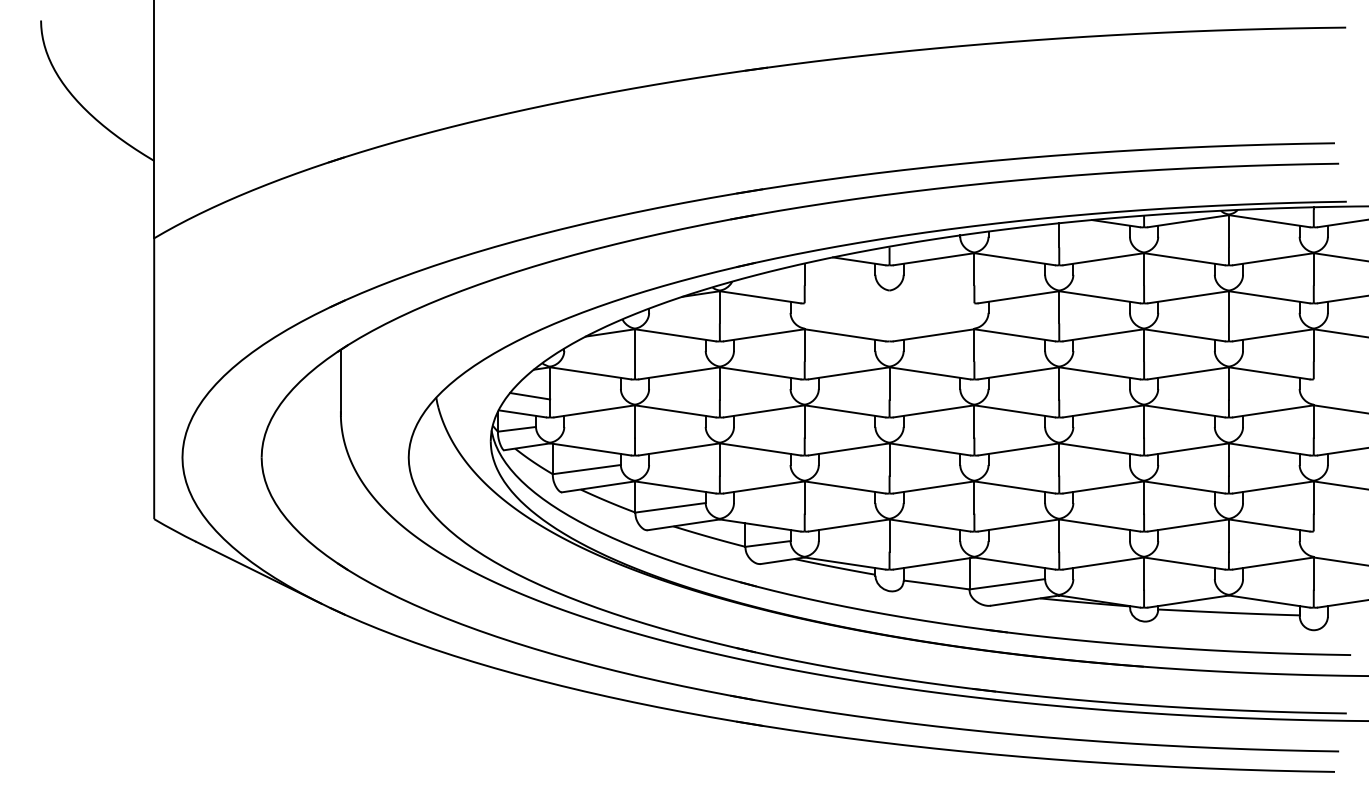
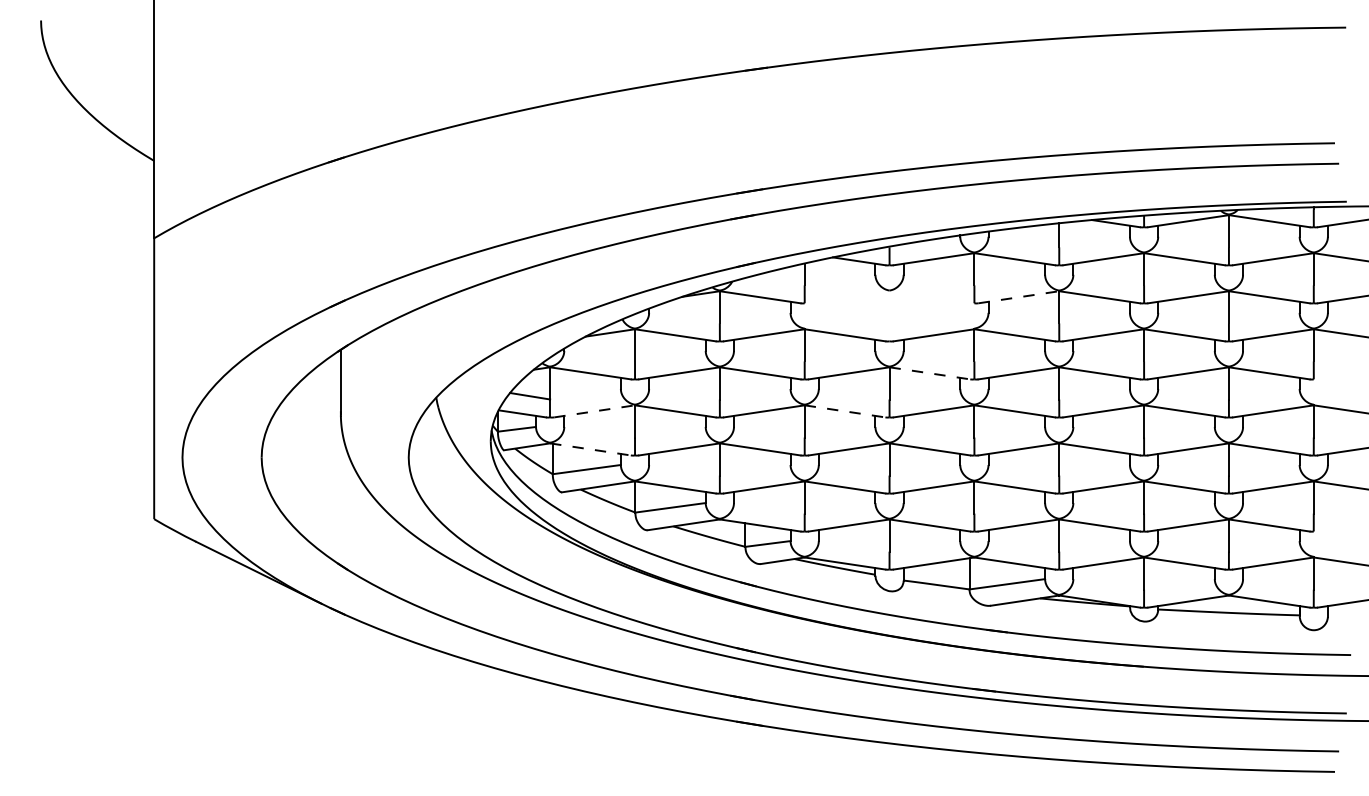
line at (1018, 297): solid -> dashed
line at (929, 373): solid -> dashed
line at (594, 411): solid -> dashed
line at (845, 411): solid -> dashed
line at (590, 449): solid -> dashed
